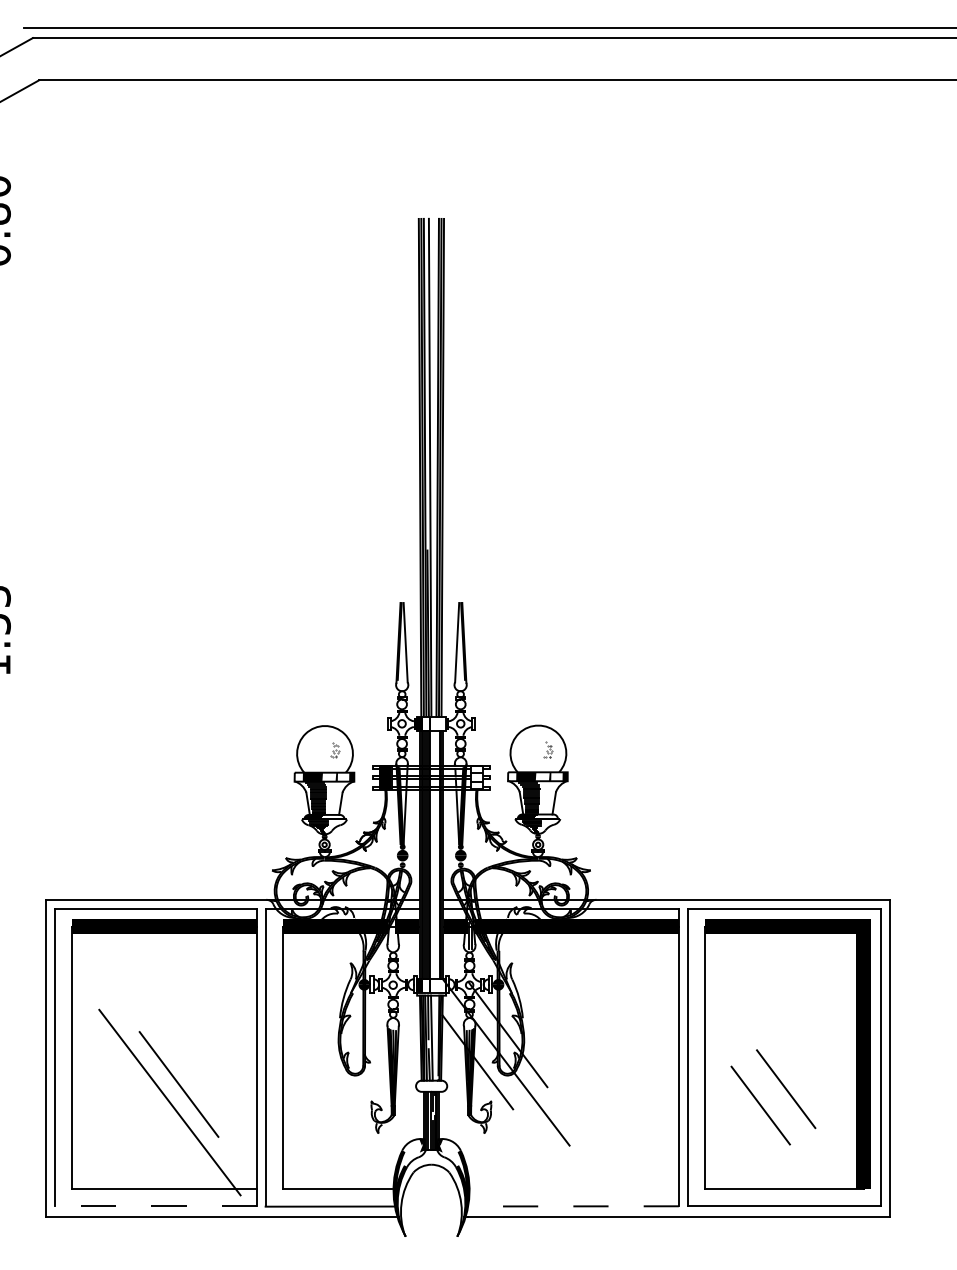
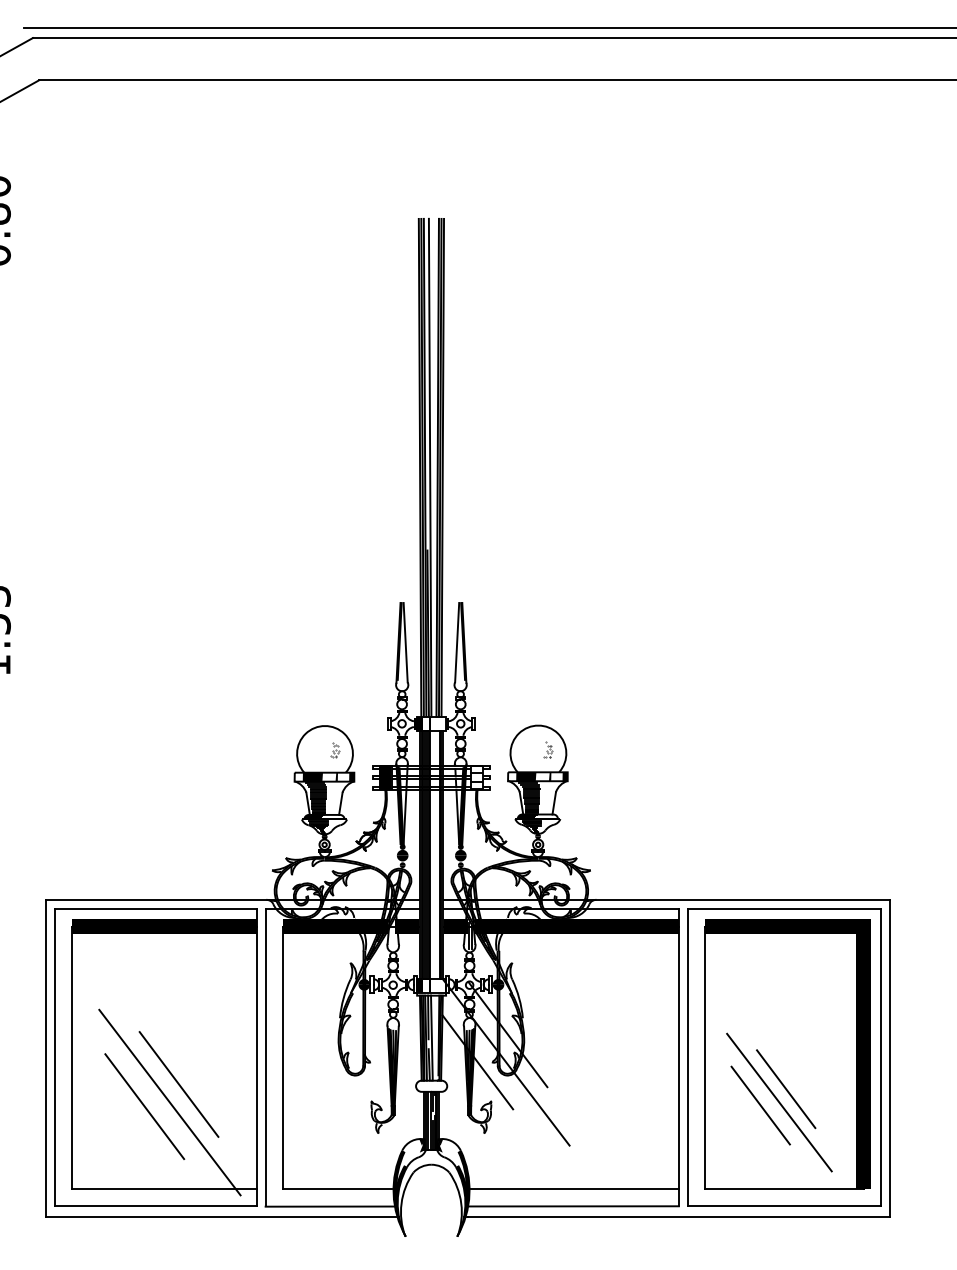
line at (779, 1102): none -> present
line at (144, 1106): none -> present
line at (574, 1188): none -> present
line at (155, 1206): dashed -> solid
line at (573, 1206): dashed -> solid
